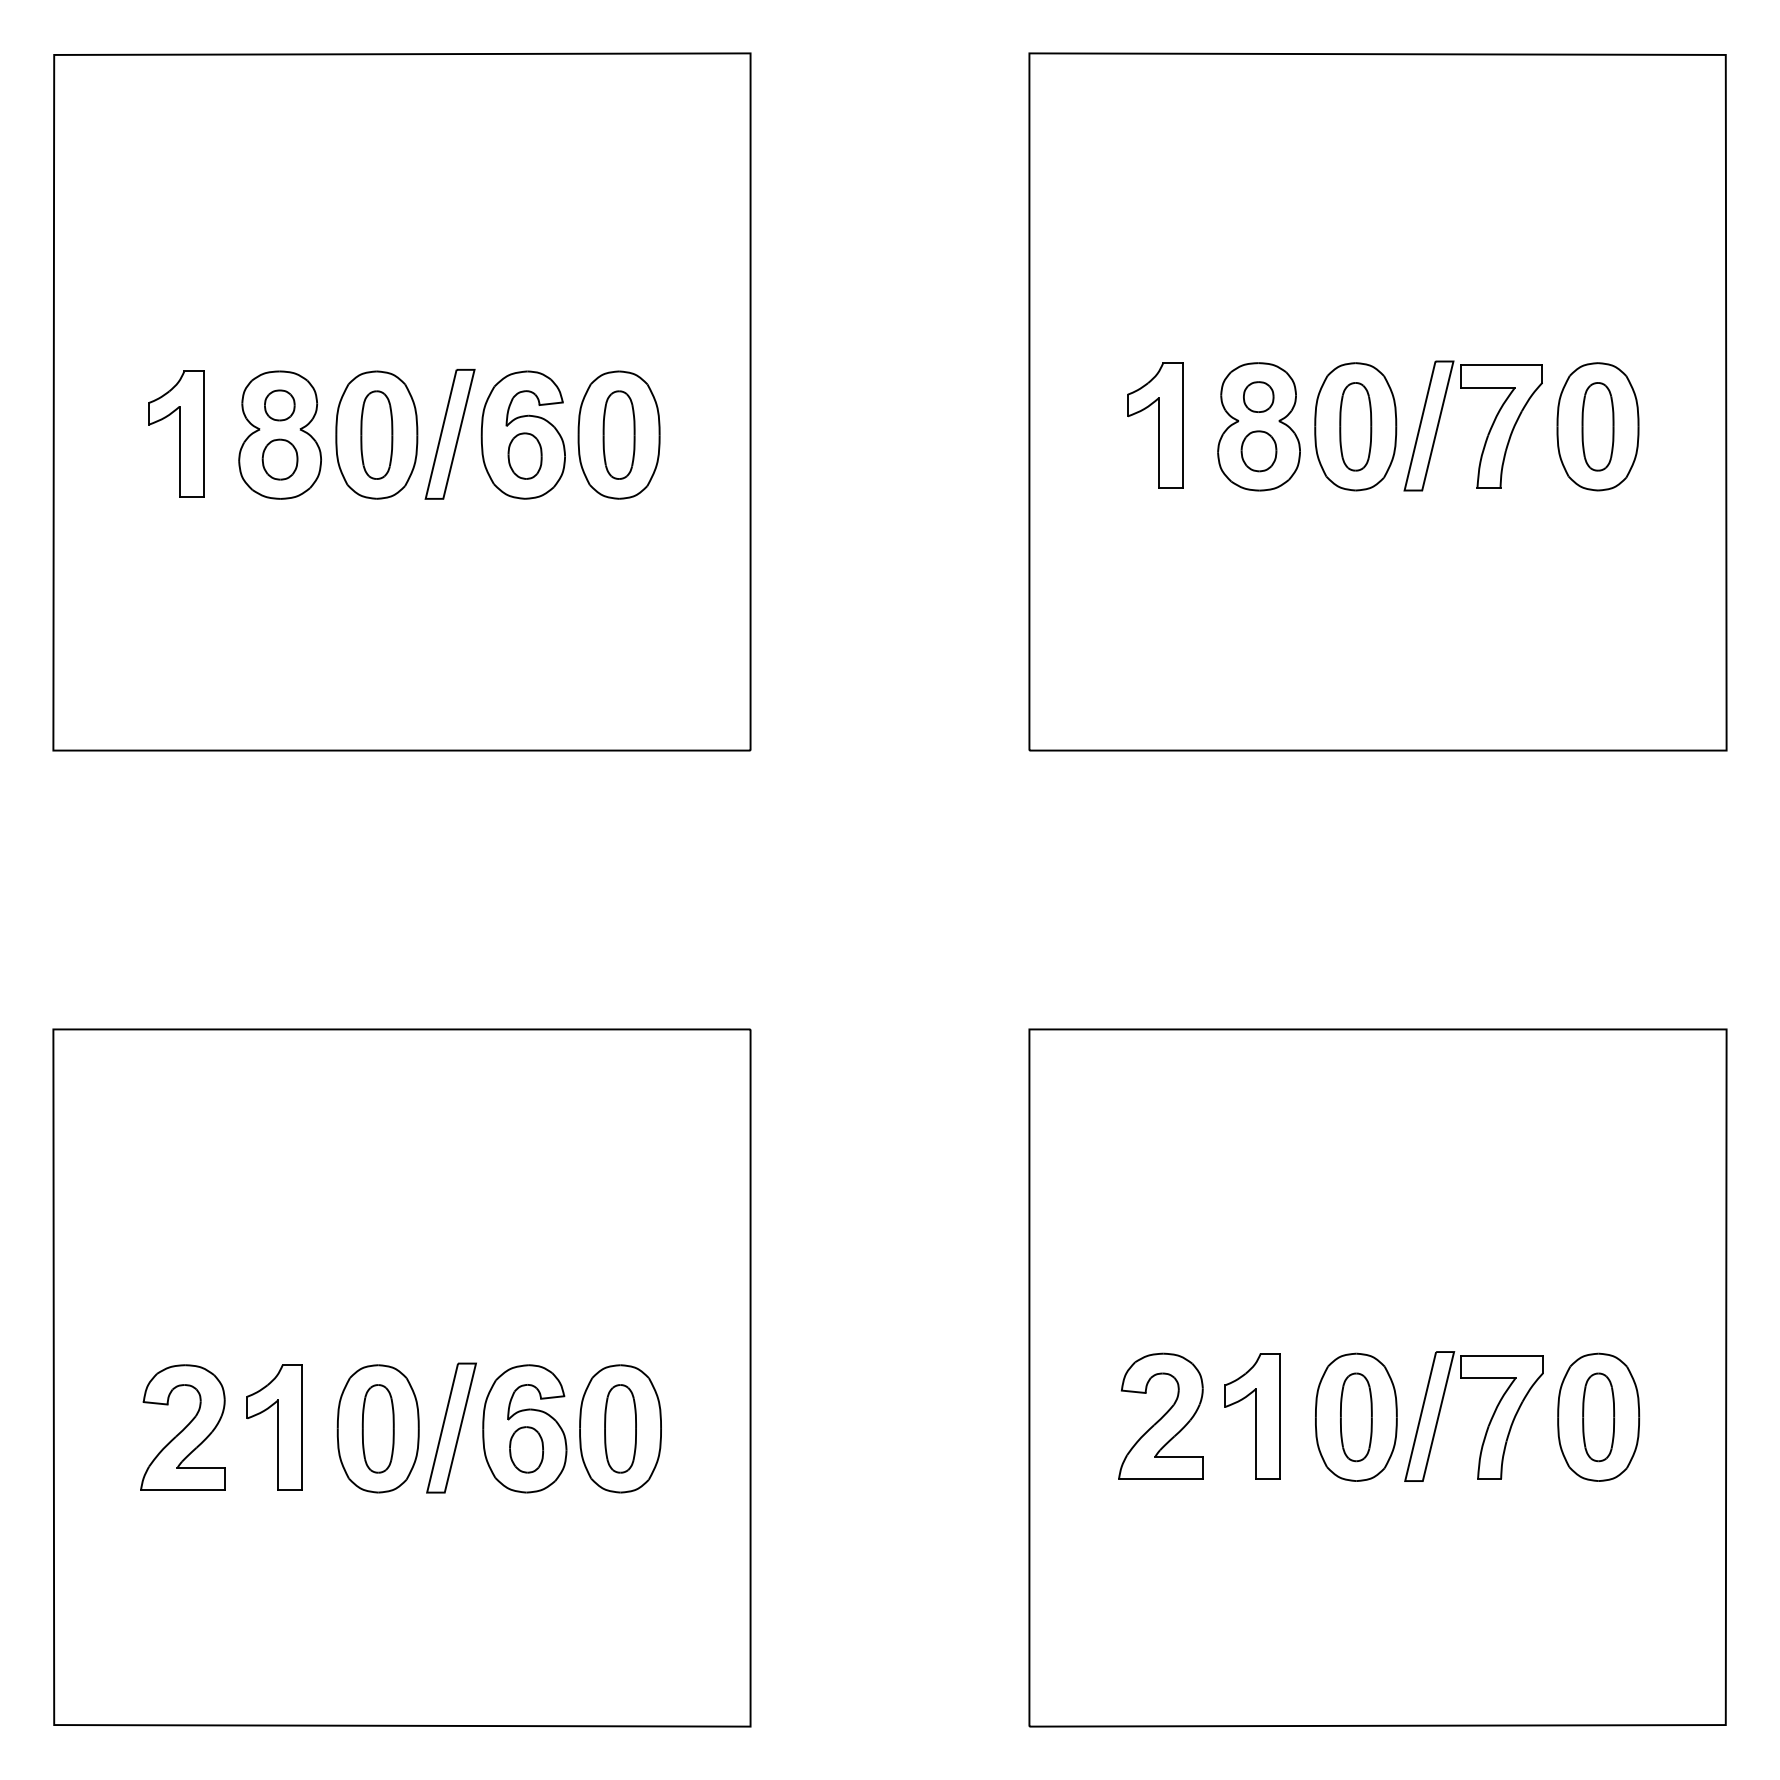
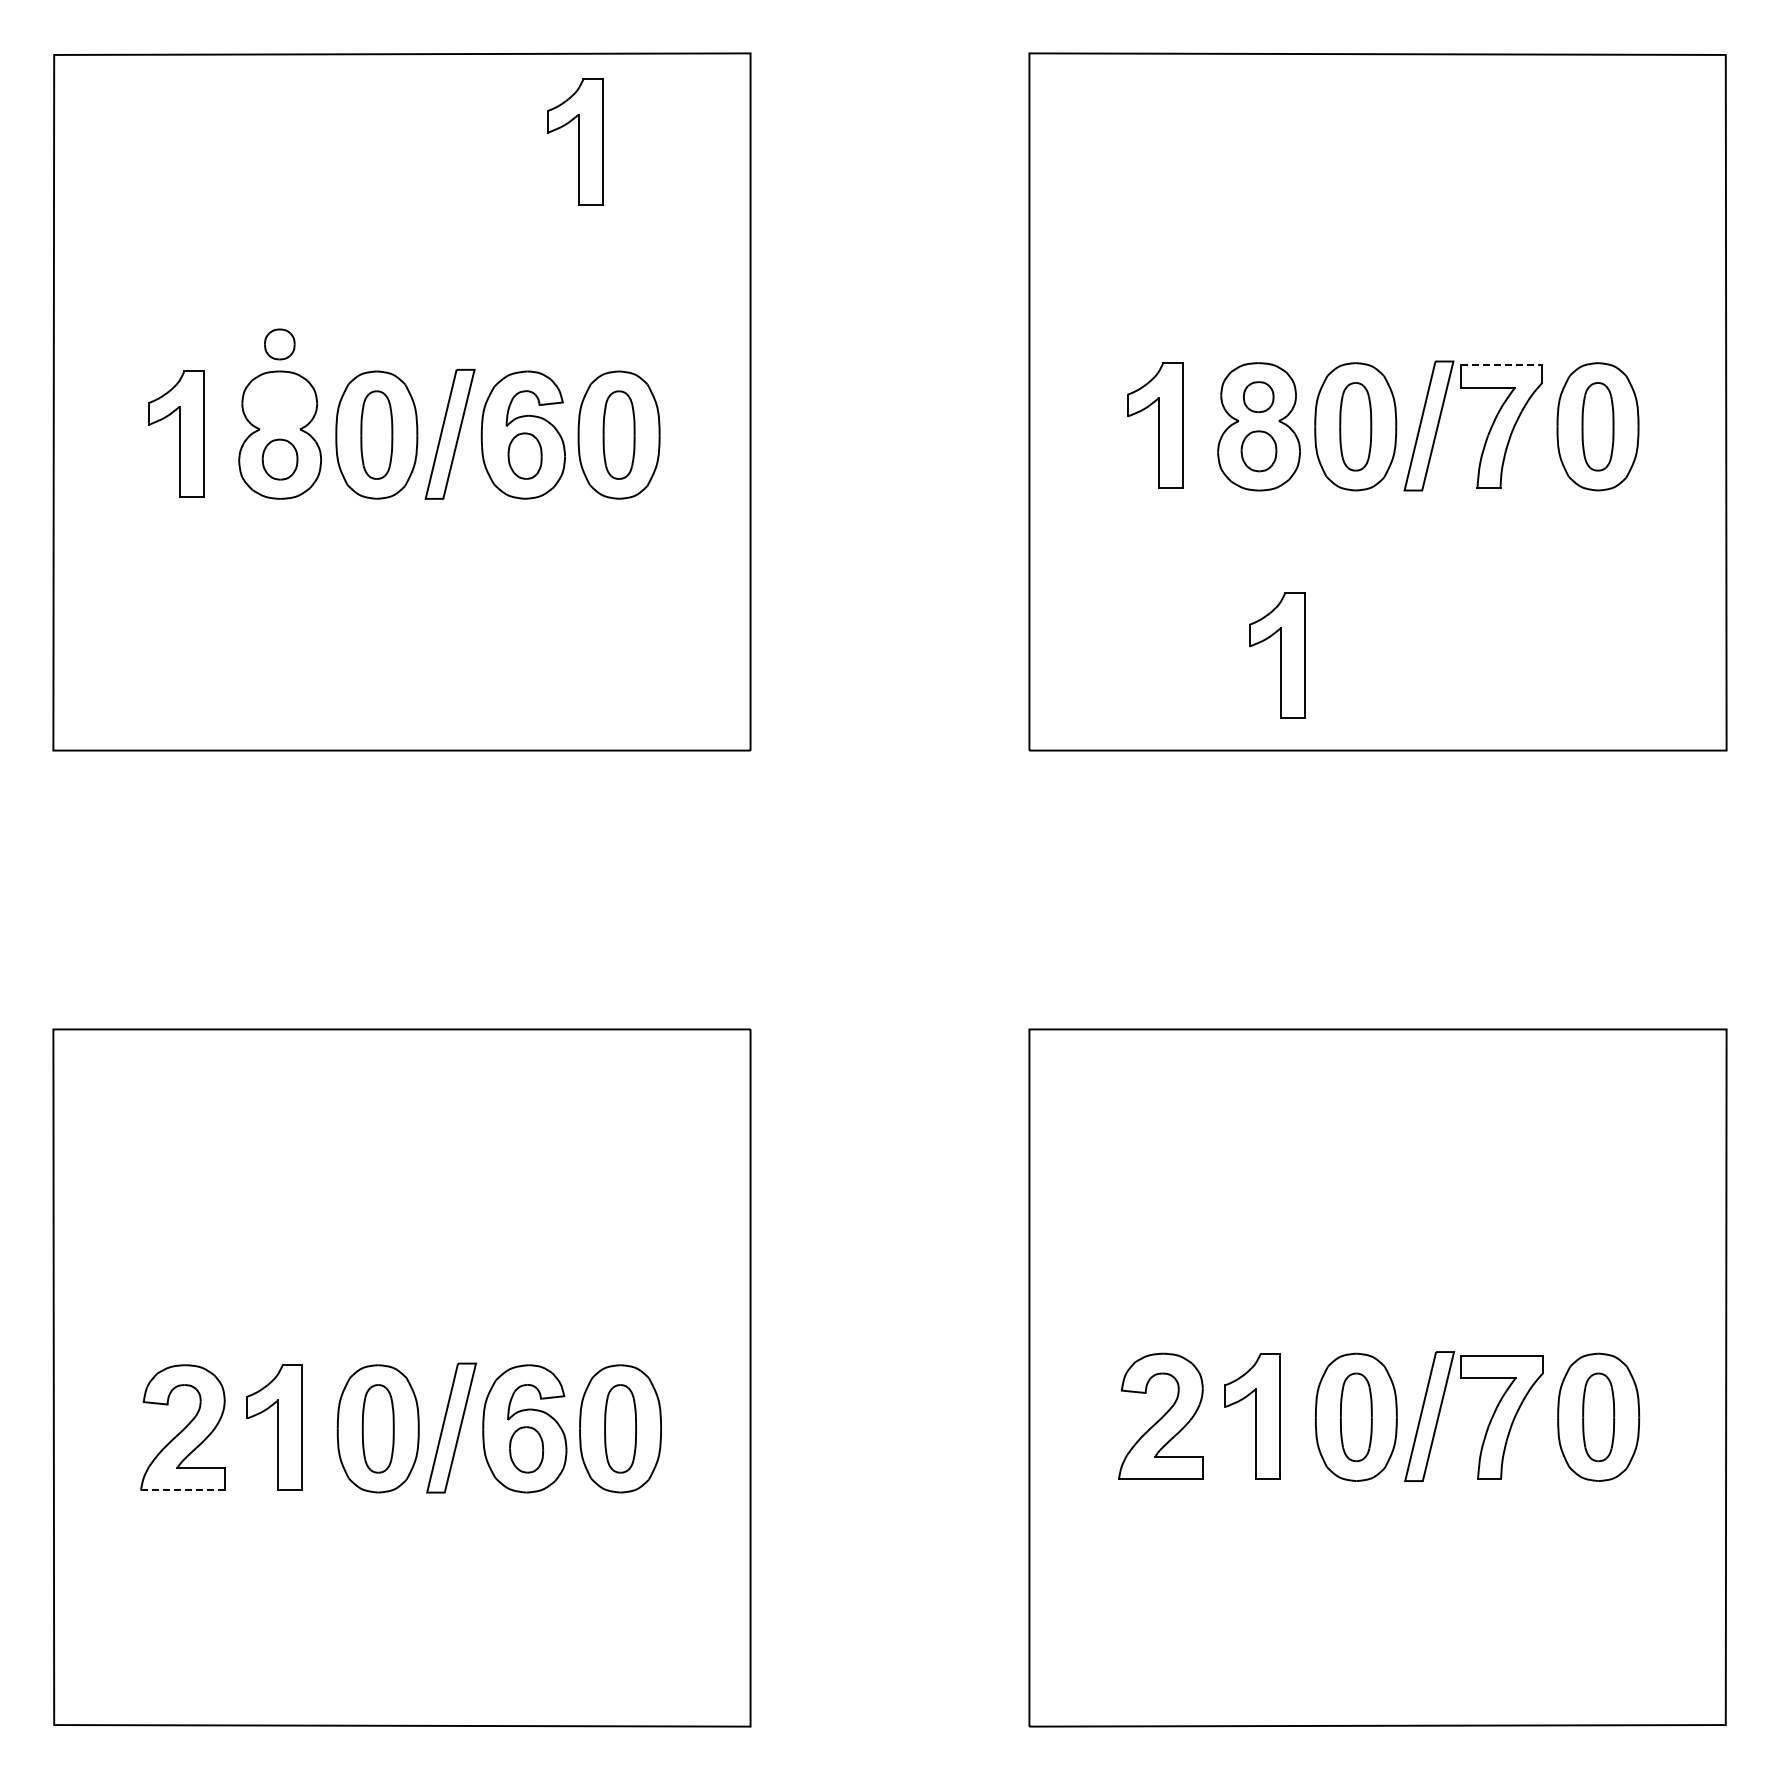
part at (575, 141): none -> present
line at (1501, 365): solid -> dashed
part at (279, 405) position: (279, 405) -> (279, 344)
part at (1277, 655): none -> present
line at (182, 1490): solid -> dashed
